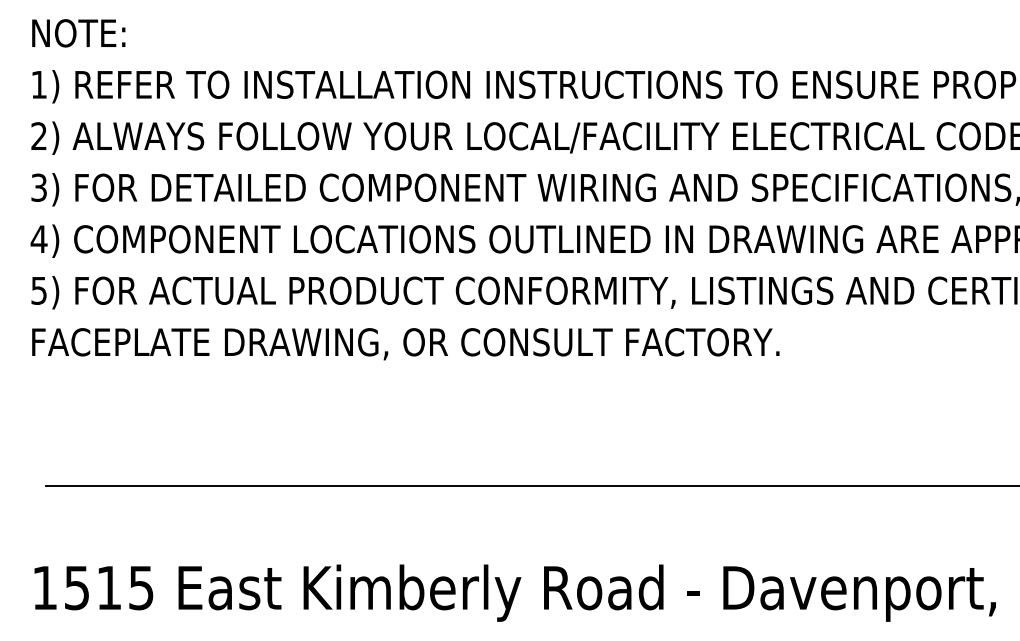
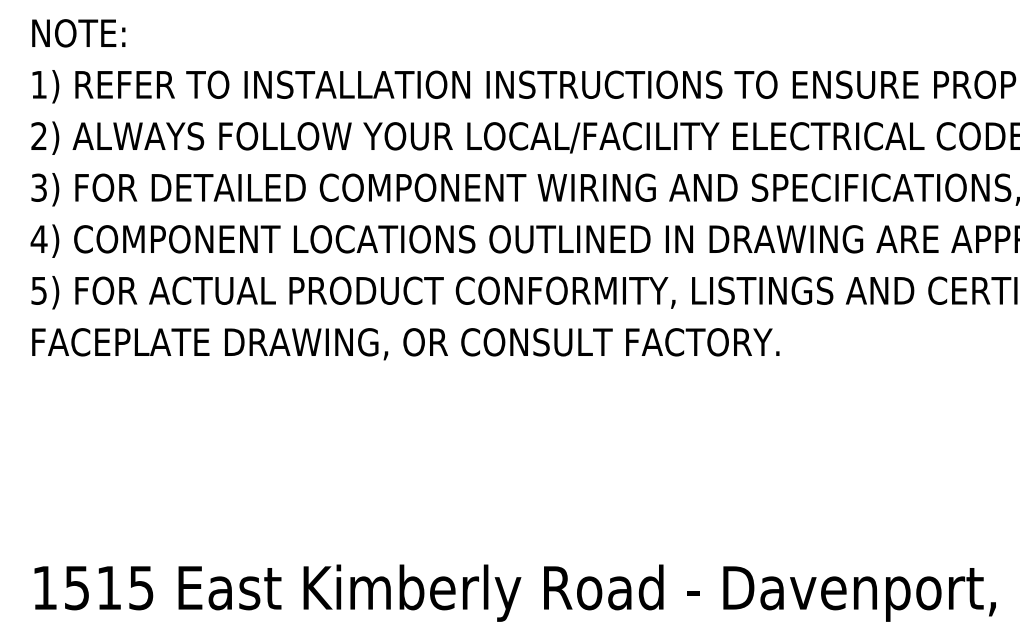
line at (530, 485): present -> none
